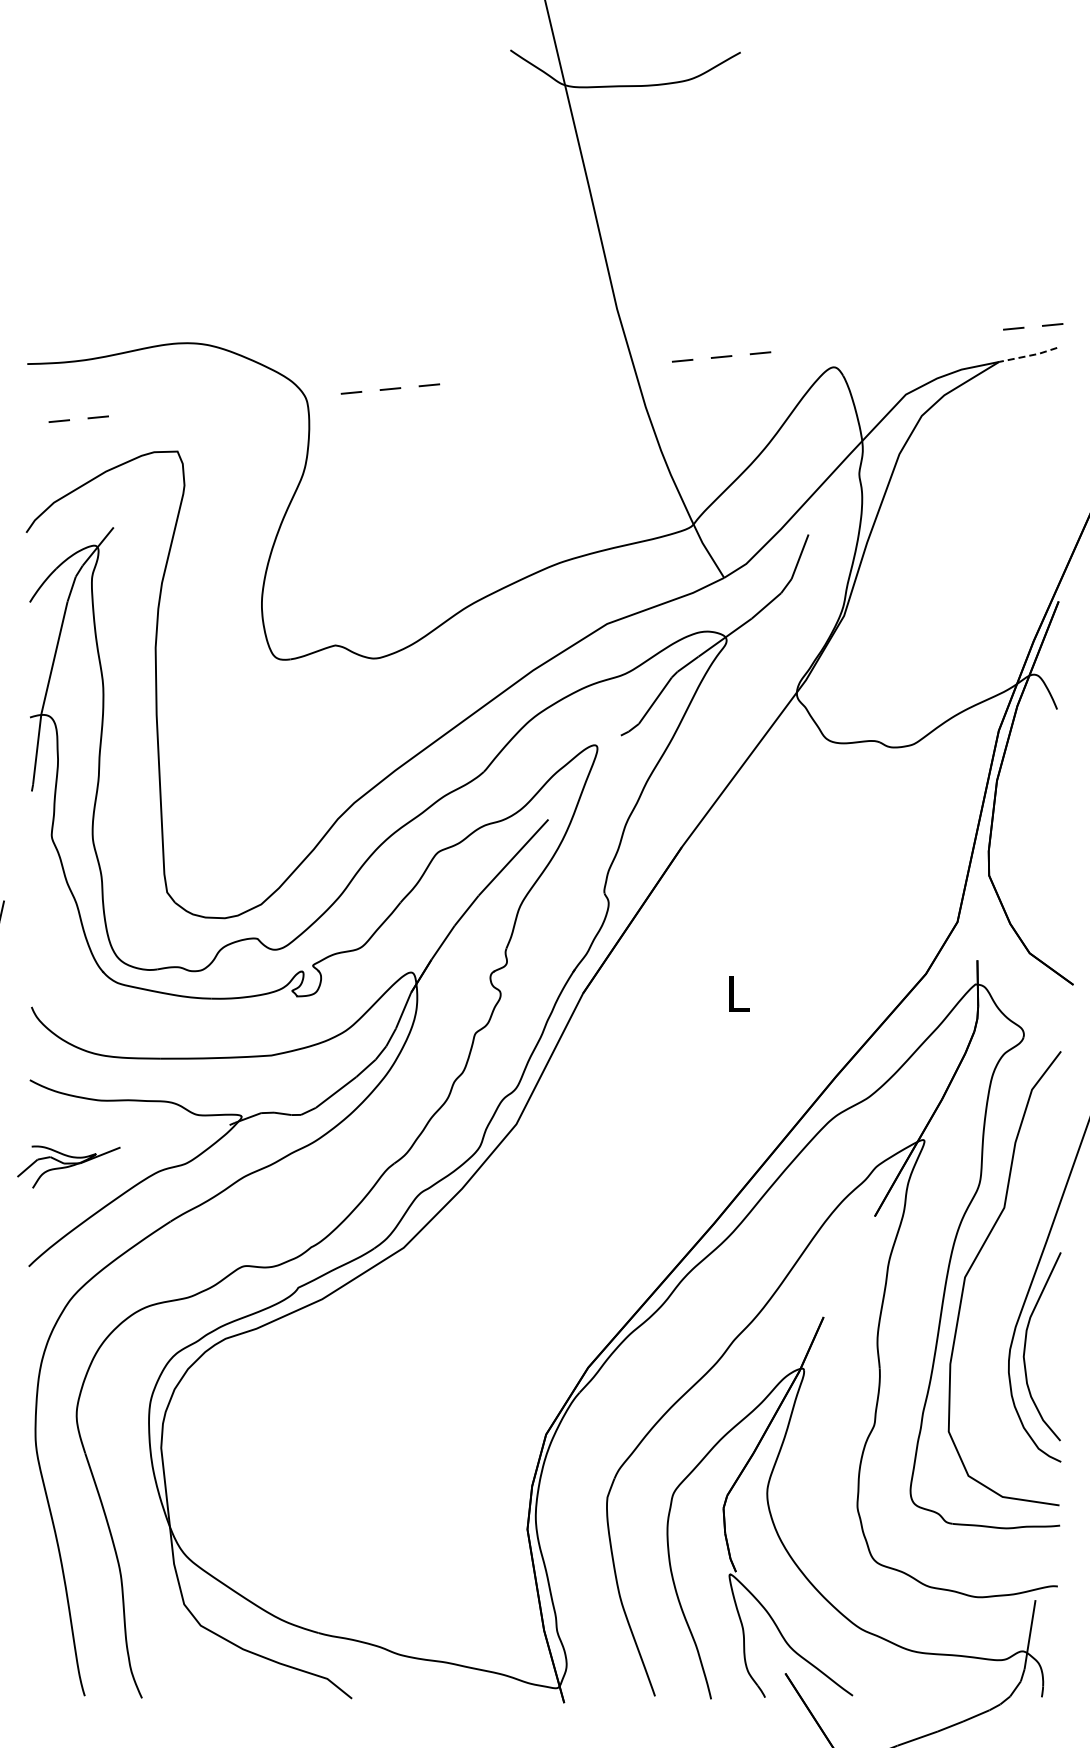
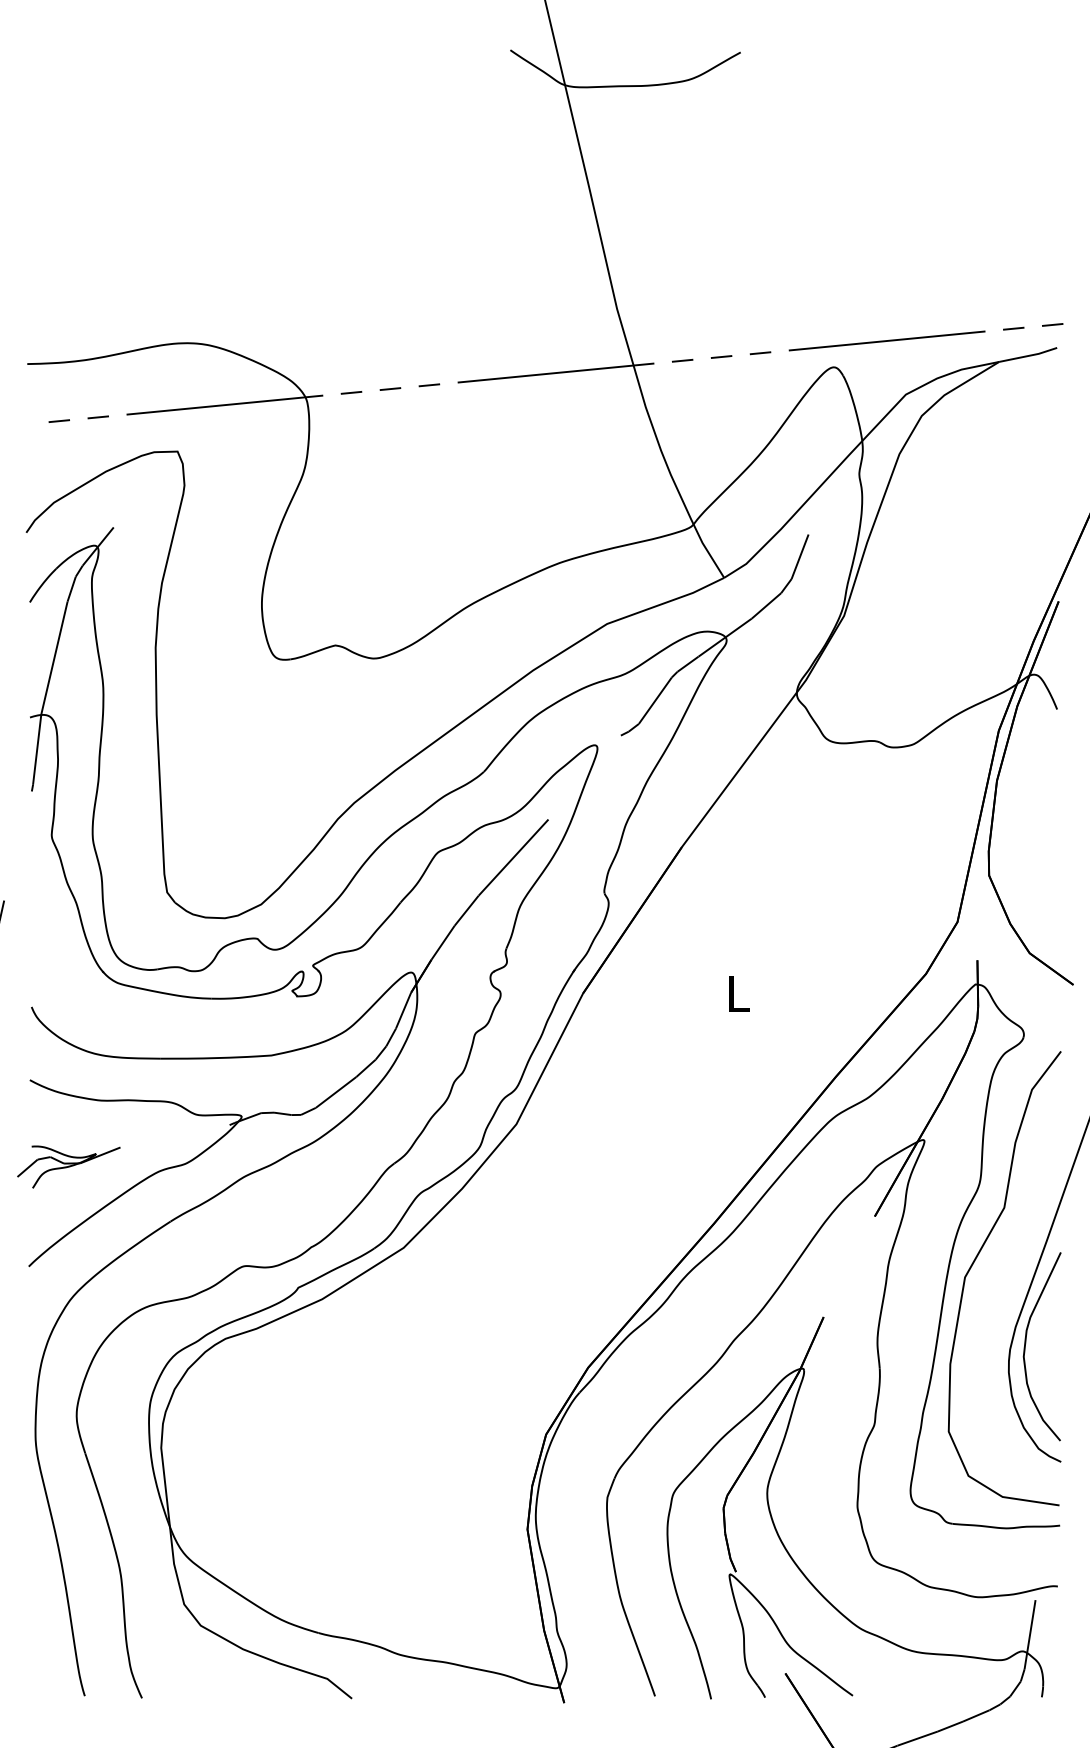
line at (886, 340): none -> present
line at (1029, 355): dashed -> solid
line at (555, 372): none -> present
line at (224, 404): none -> present
